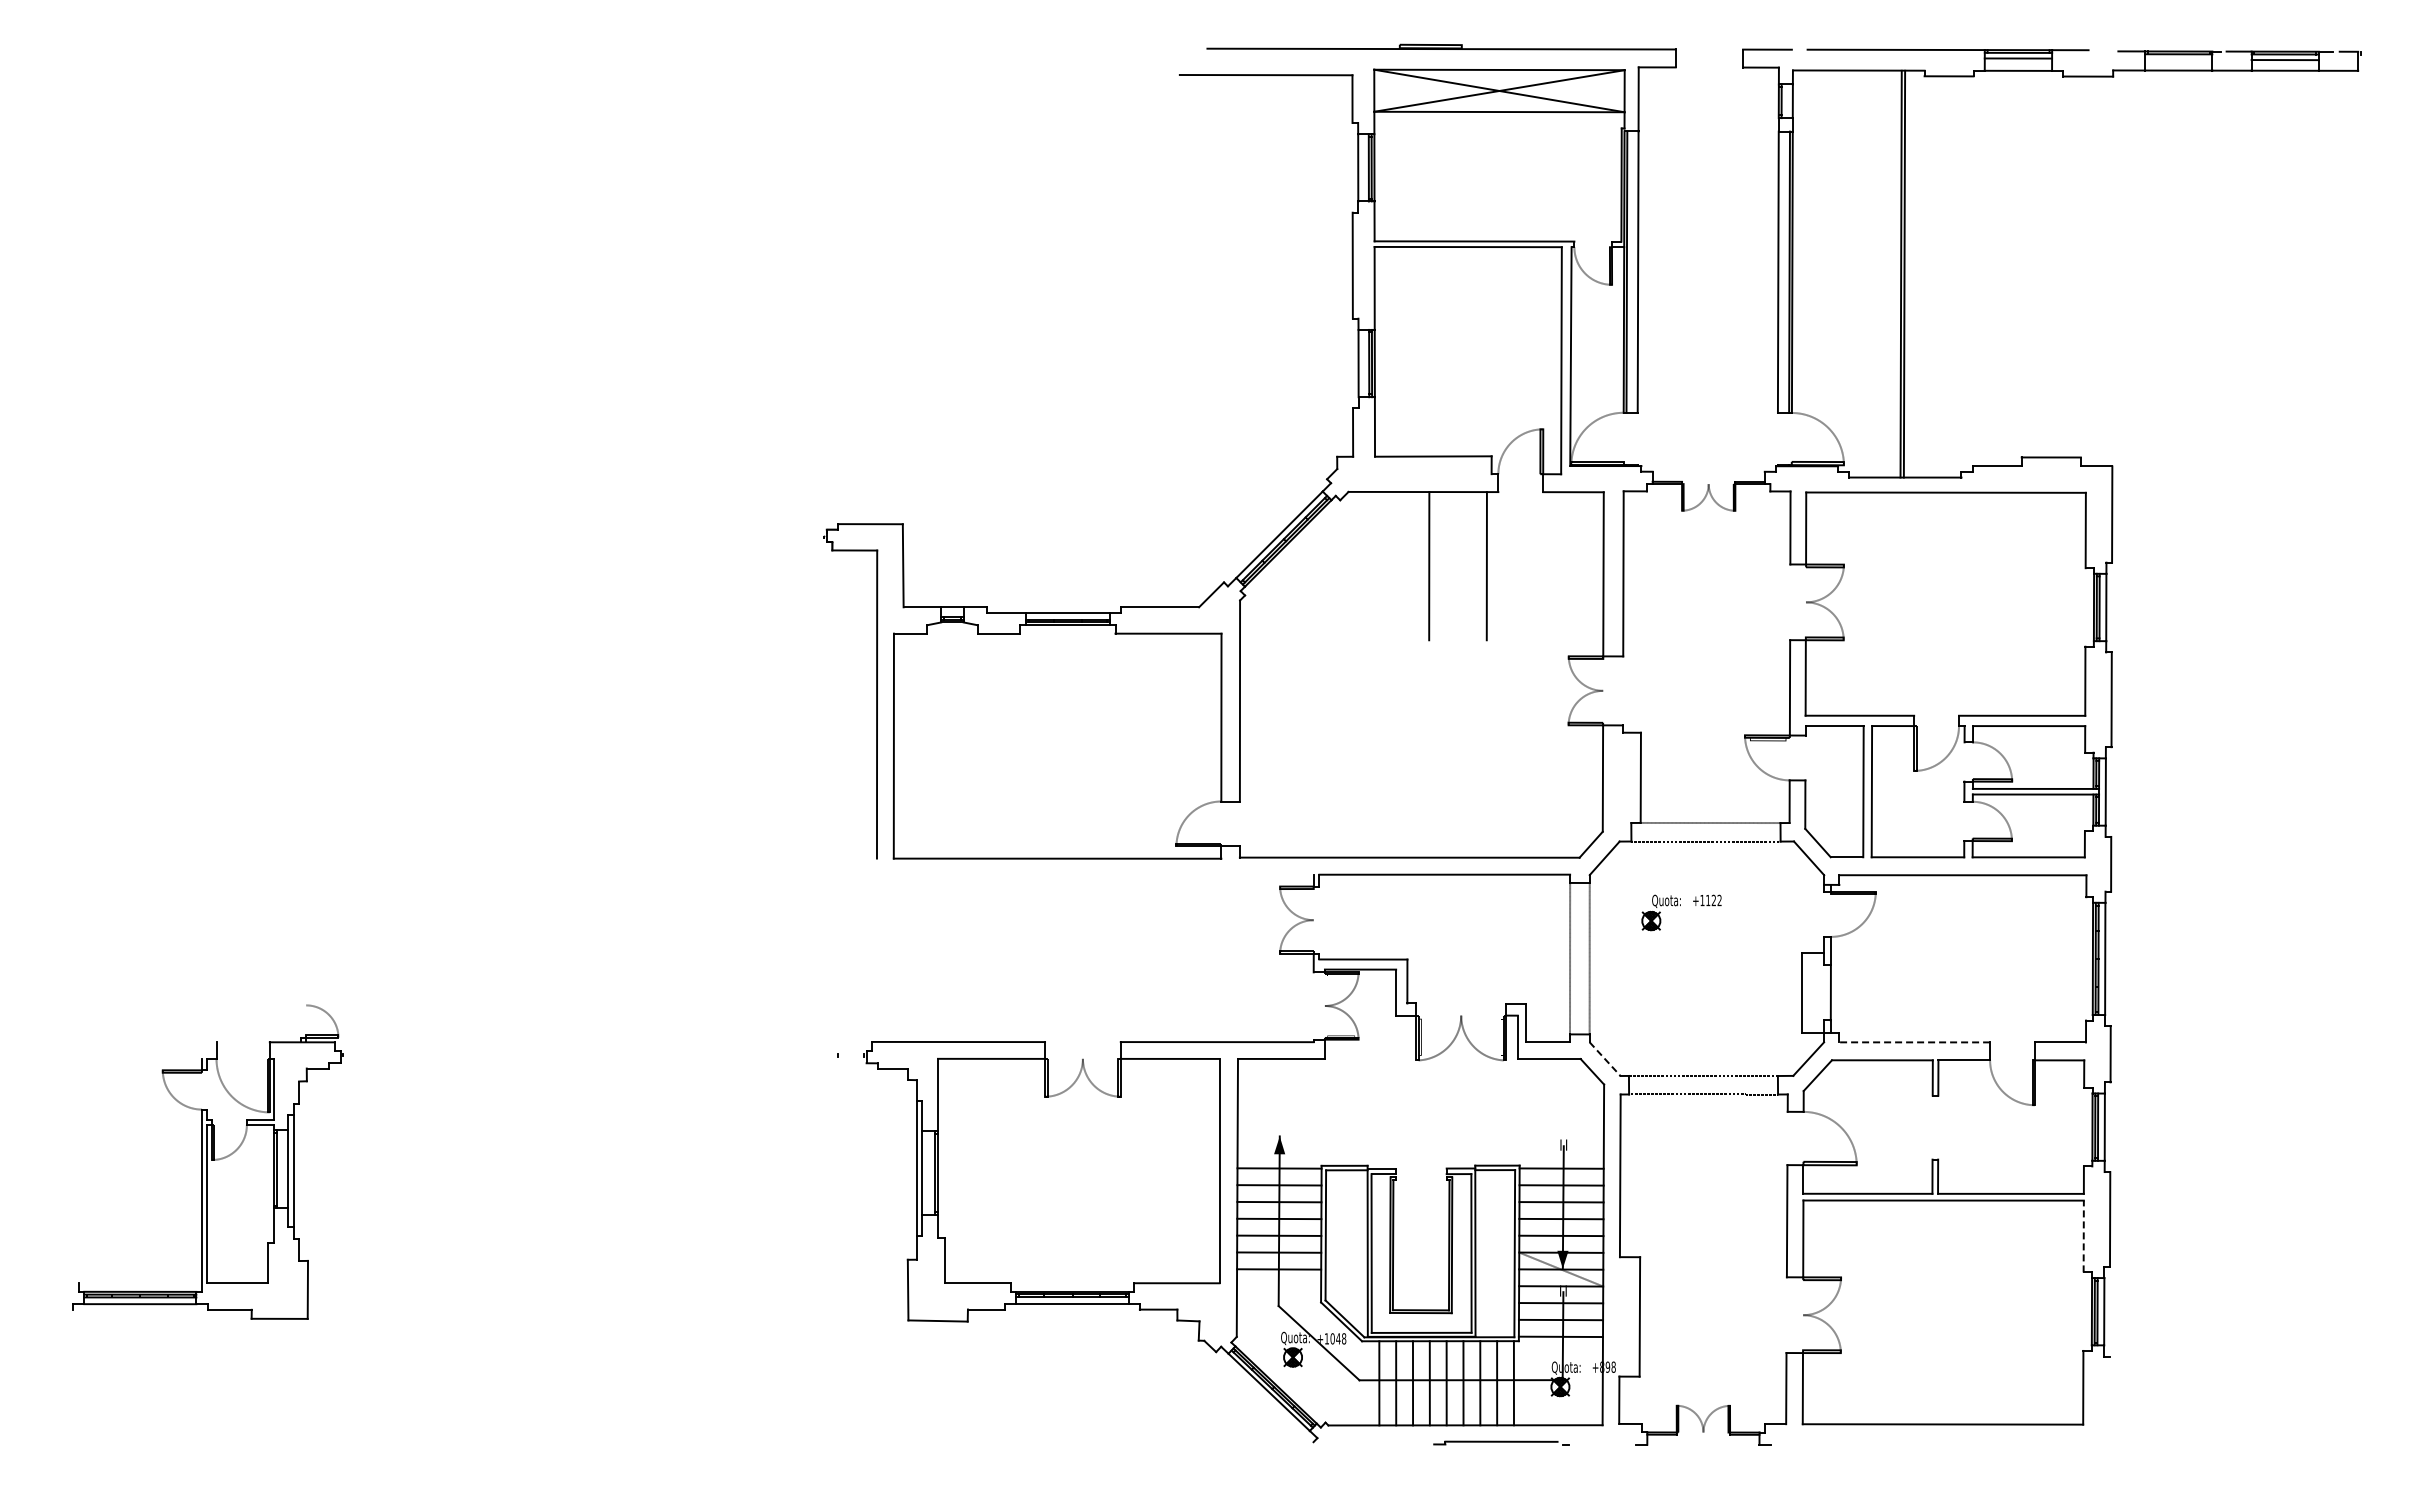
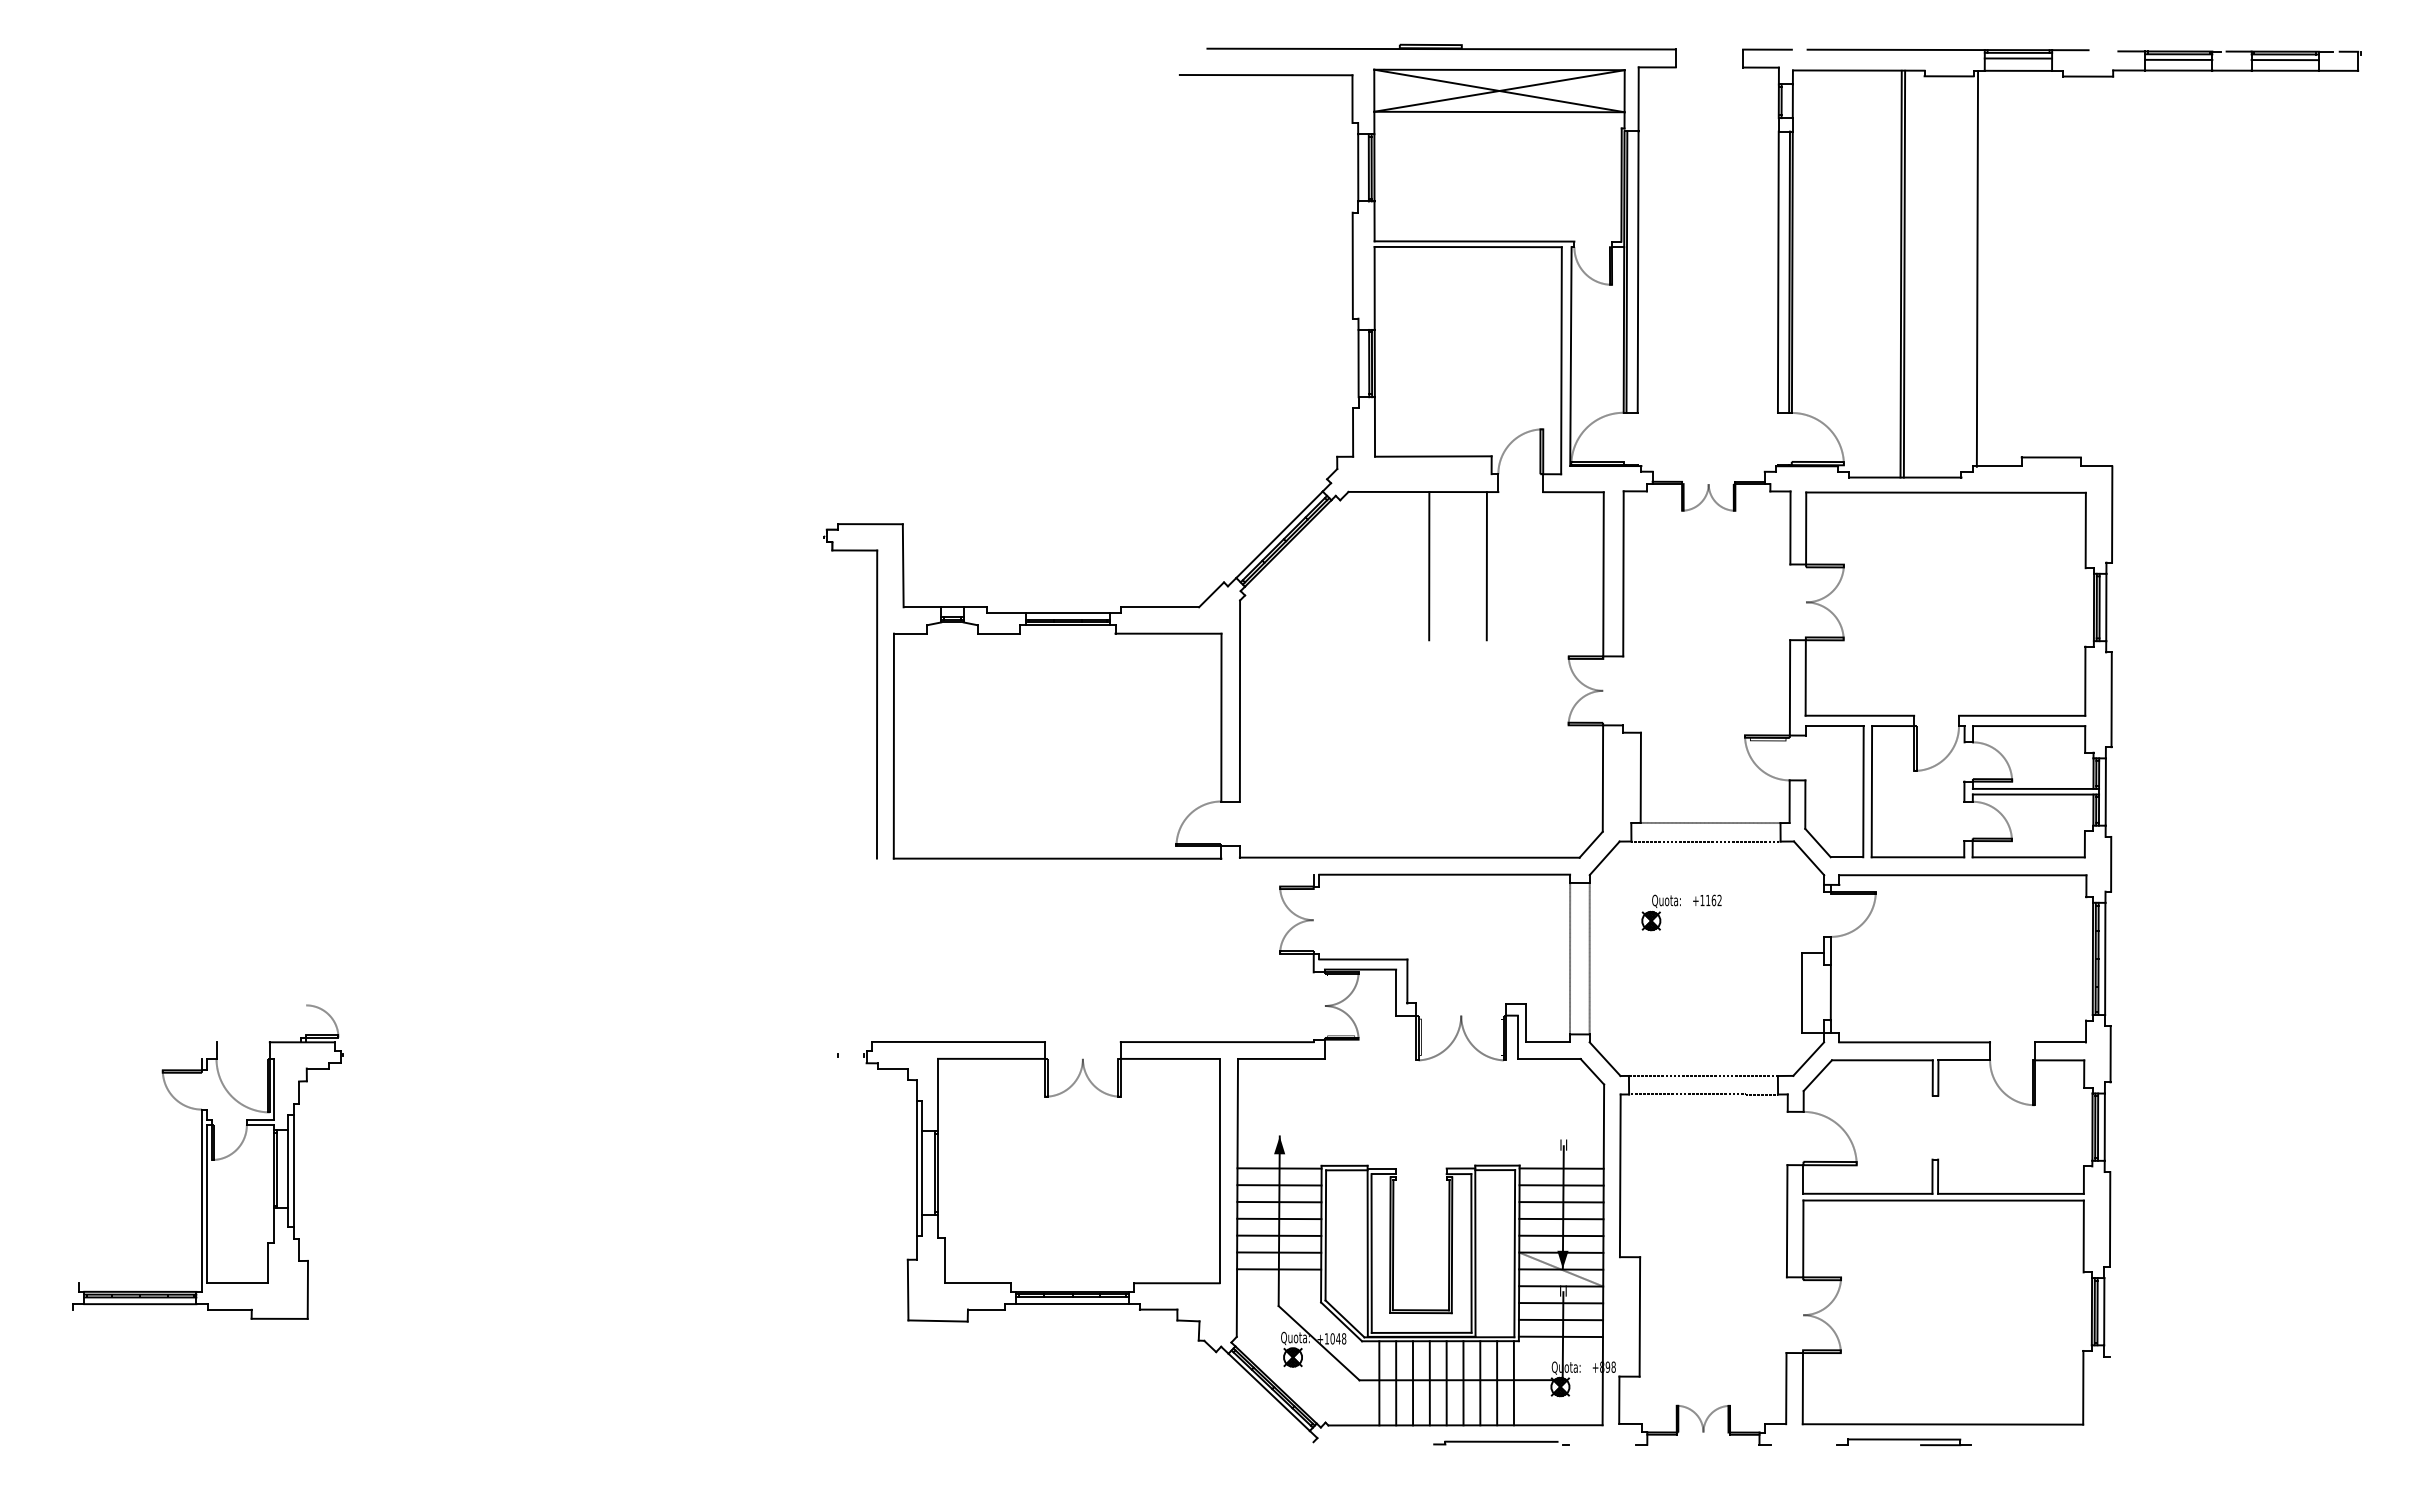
line at (2178, 59): none -> present
line at (1977, 268): none -> present
text at (1713, 900): +1122 -> +1162
line at (1914, 1042): dashed -> solid
line at (1605, 1059): dashed -> solid
line at (2083, 1236): dashed -> solid
part at (1903, 1442): none -> present
